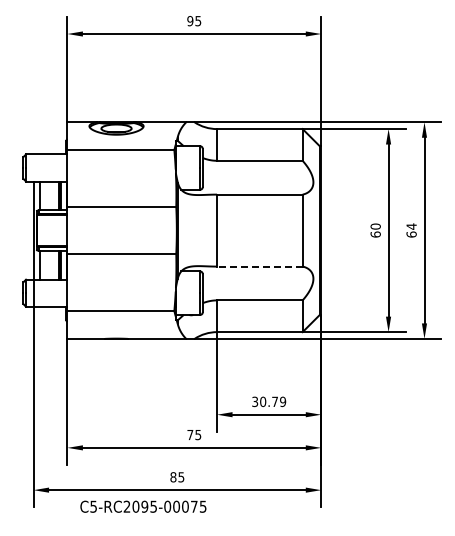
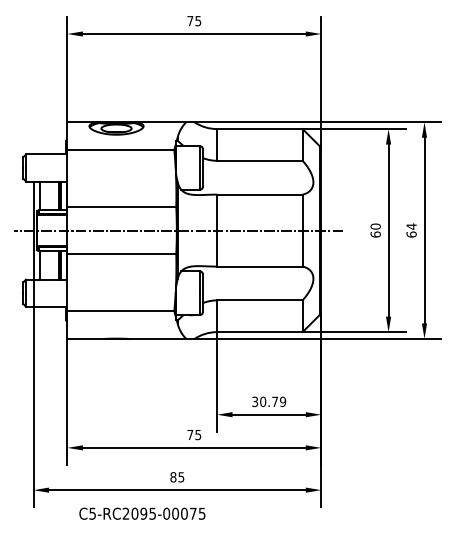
text at (190, 21): 95 -> 75
line at (178, 230): none -> present
line at (259, 266): dashed -> solid
text at (143, 506) position: (143, 506) -> (142, 513)
